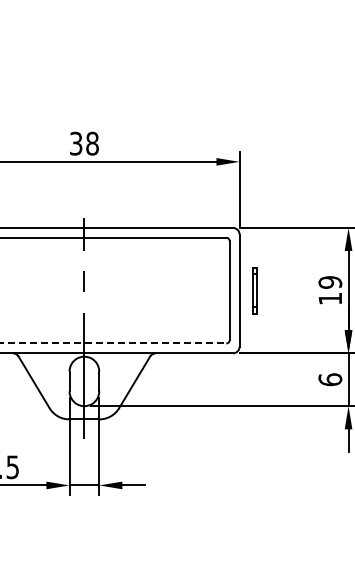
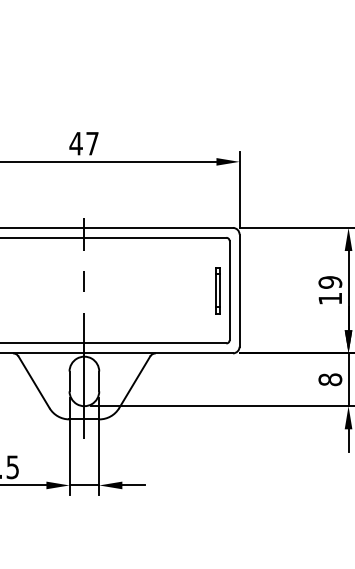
text at (83, 143): 38 -> 47
part at (254, 290) position: (254, 290) -> (217, 290)
line at (113, 343): dashed -> solid
text at (330, 379): 6 -> 8
